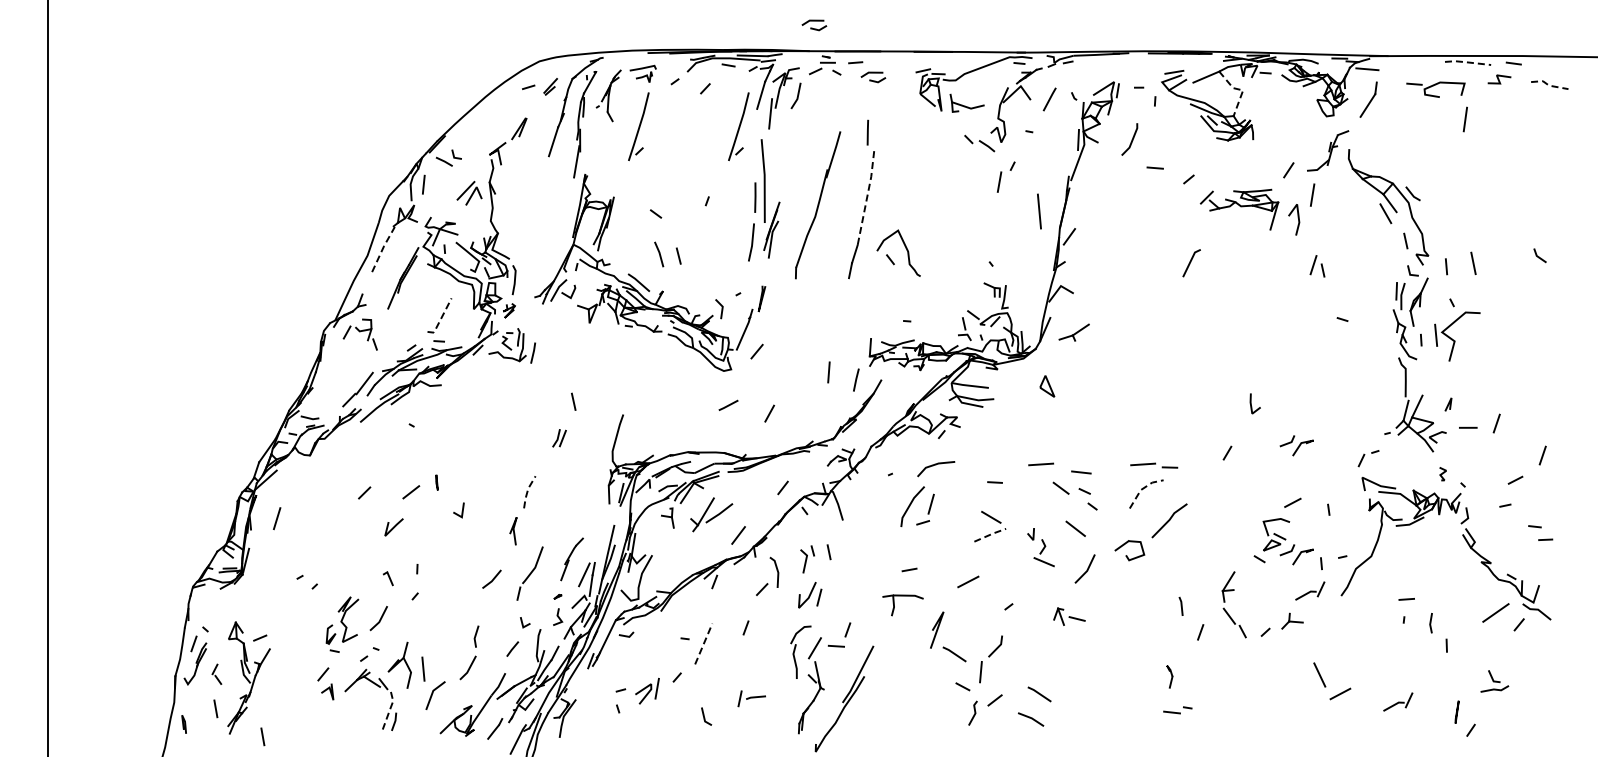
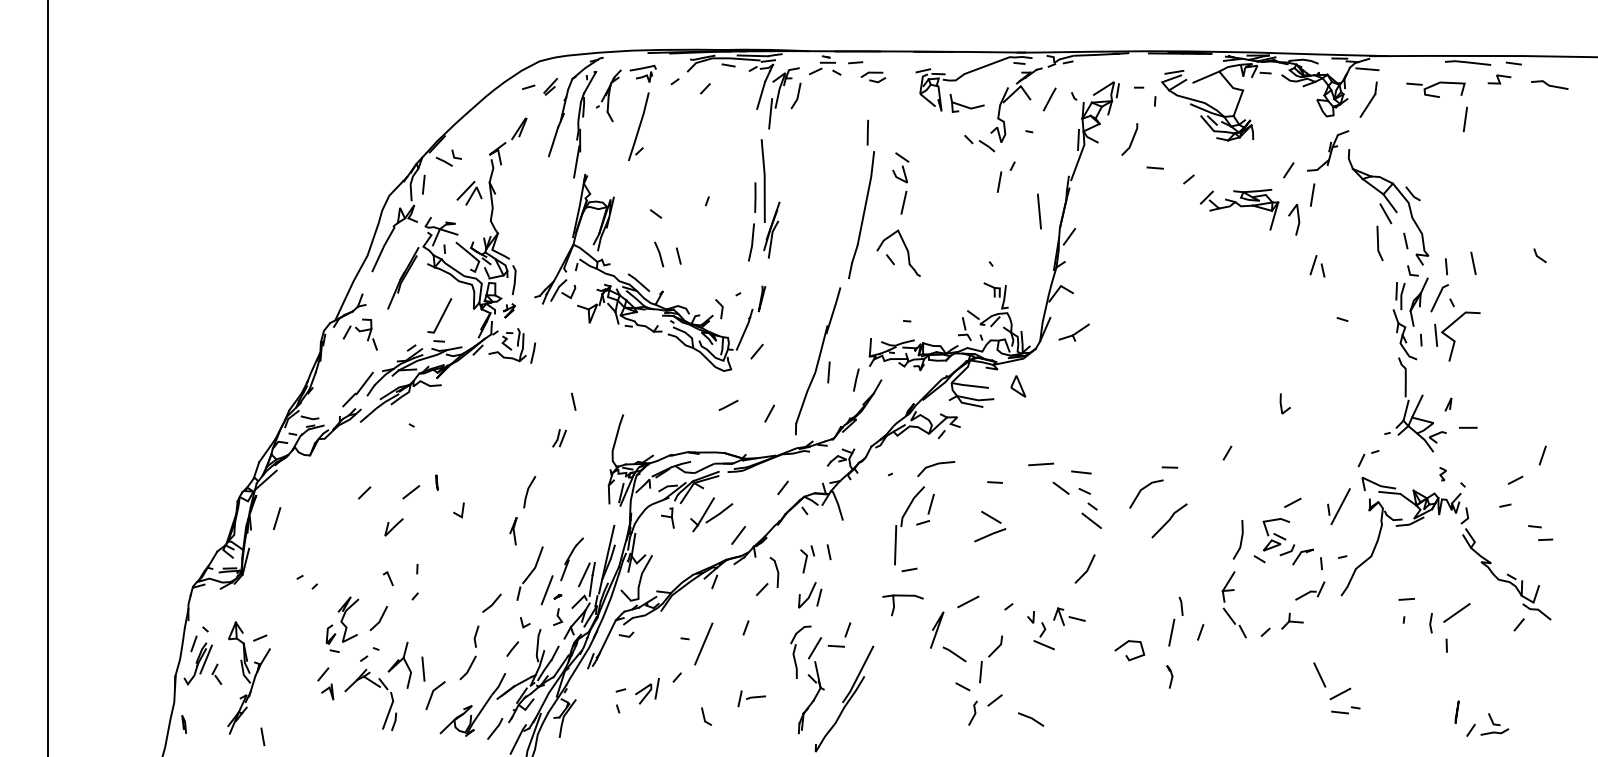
part at (814, 25): present -> none
line at (1467, 62): dashed -> solid
line at (1549, 85): dashed -> solid
line at (1241, 90): dashed -> solid
part at (738, 126): present -> none
part at (900, 183): none -> present
line at (866, 198): dashed -> solid
part at (818, 205) position: (818, 205) -> (818, 361)
line at (1378, 243): none -> present
line at (382, 248): dashed -> solid
line at (1191, 262) position: (1191, 262) -> (1439, 297)
line at (441, 318): dashed -> solid
part at (1047, 386) position: (1047, 386) -> (1018, 386)
line at (1251, 403) position: (1251, 403) -> (1281, 403)
line at (1496, 423): present -> none
part at (1296, 445): present -> none
line at (1142, 464): present -> none
line at (1142, 489): dashed -> solid
line at (527, 491): dashed -> solid
line at (1340, 506): none -> present
line at (1075, 528) position: (1075, 528) -> (1091, 520)
line at (991, 534): dashed -> solid
line at (1240, 539): none -> present
line at (895, 544): none -> present
part at (1040, 547) position: (1040, 547) -> (1040, 630)
part at (1129, 550) position: (1129, 550) -> (1129, 650)
line at (492, 579) position: (492, 579) -> (492, 603)
line at (968, 581) position: (968, 581) -> (968, 601)
line at (546, 590): none -> present
line at (1495, 612) position: (1495, 612) -> (1456, 612)
line at (1171, 632): none -> present
line at (703, 643): dashed -> solid
line at (205, 659): none -> present
part at (1494, 681) position: (1494, 681) -> (1494, 724)
line at (1039, 694): present -> none
part at (1398, 701): present -> none
line at (215, 708): present -> none
line at (389, 709): dashed -> solid
part at (1177, 710) position: (1177, 710) -> (1345, 710)
